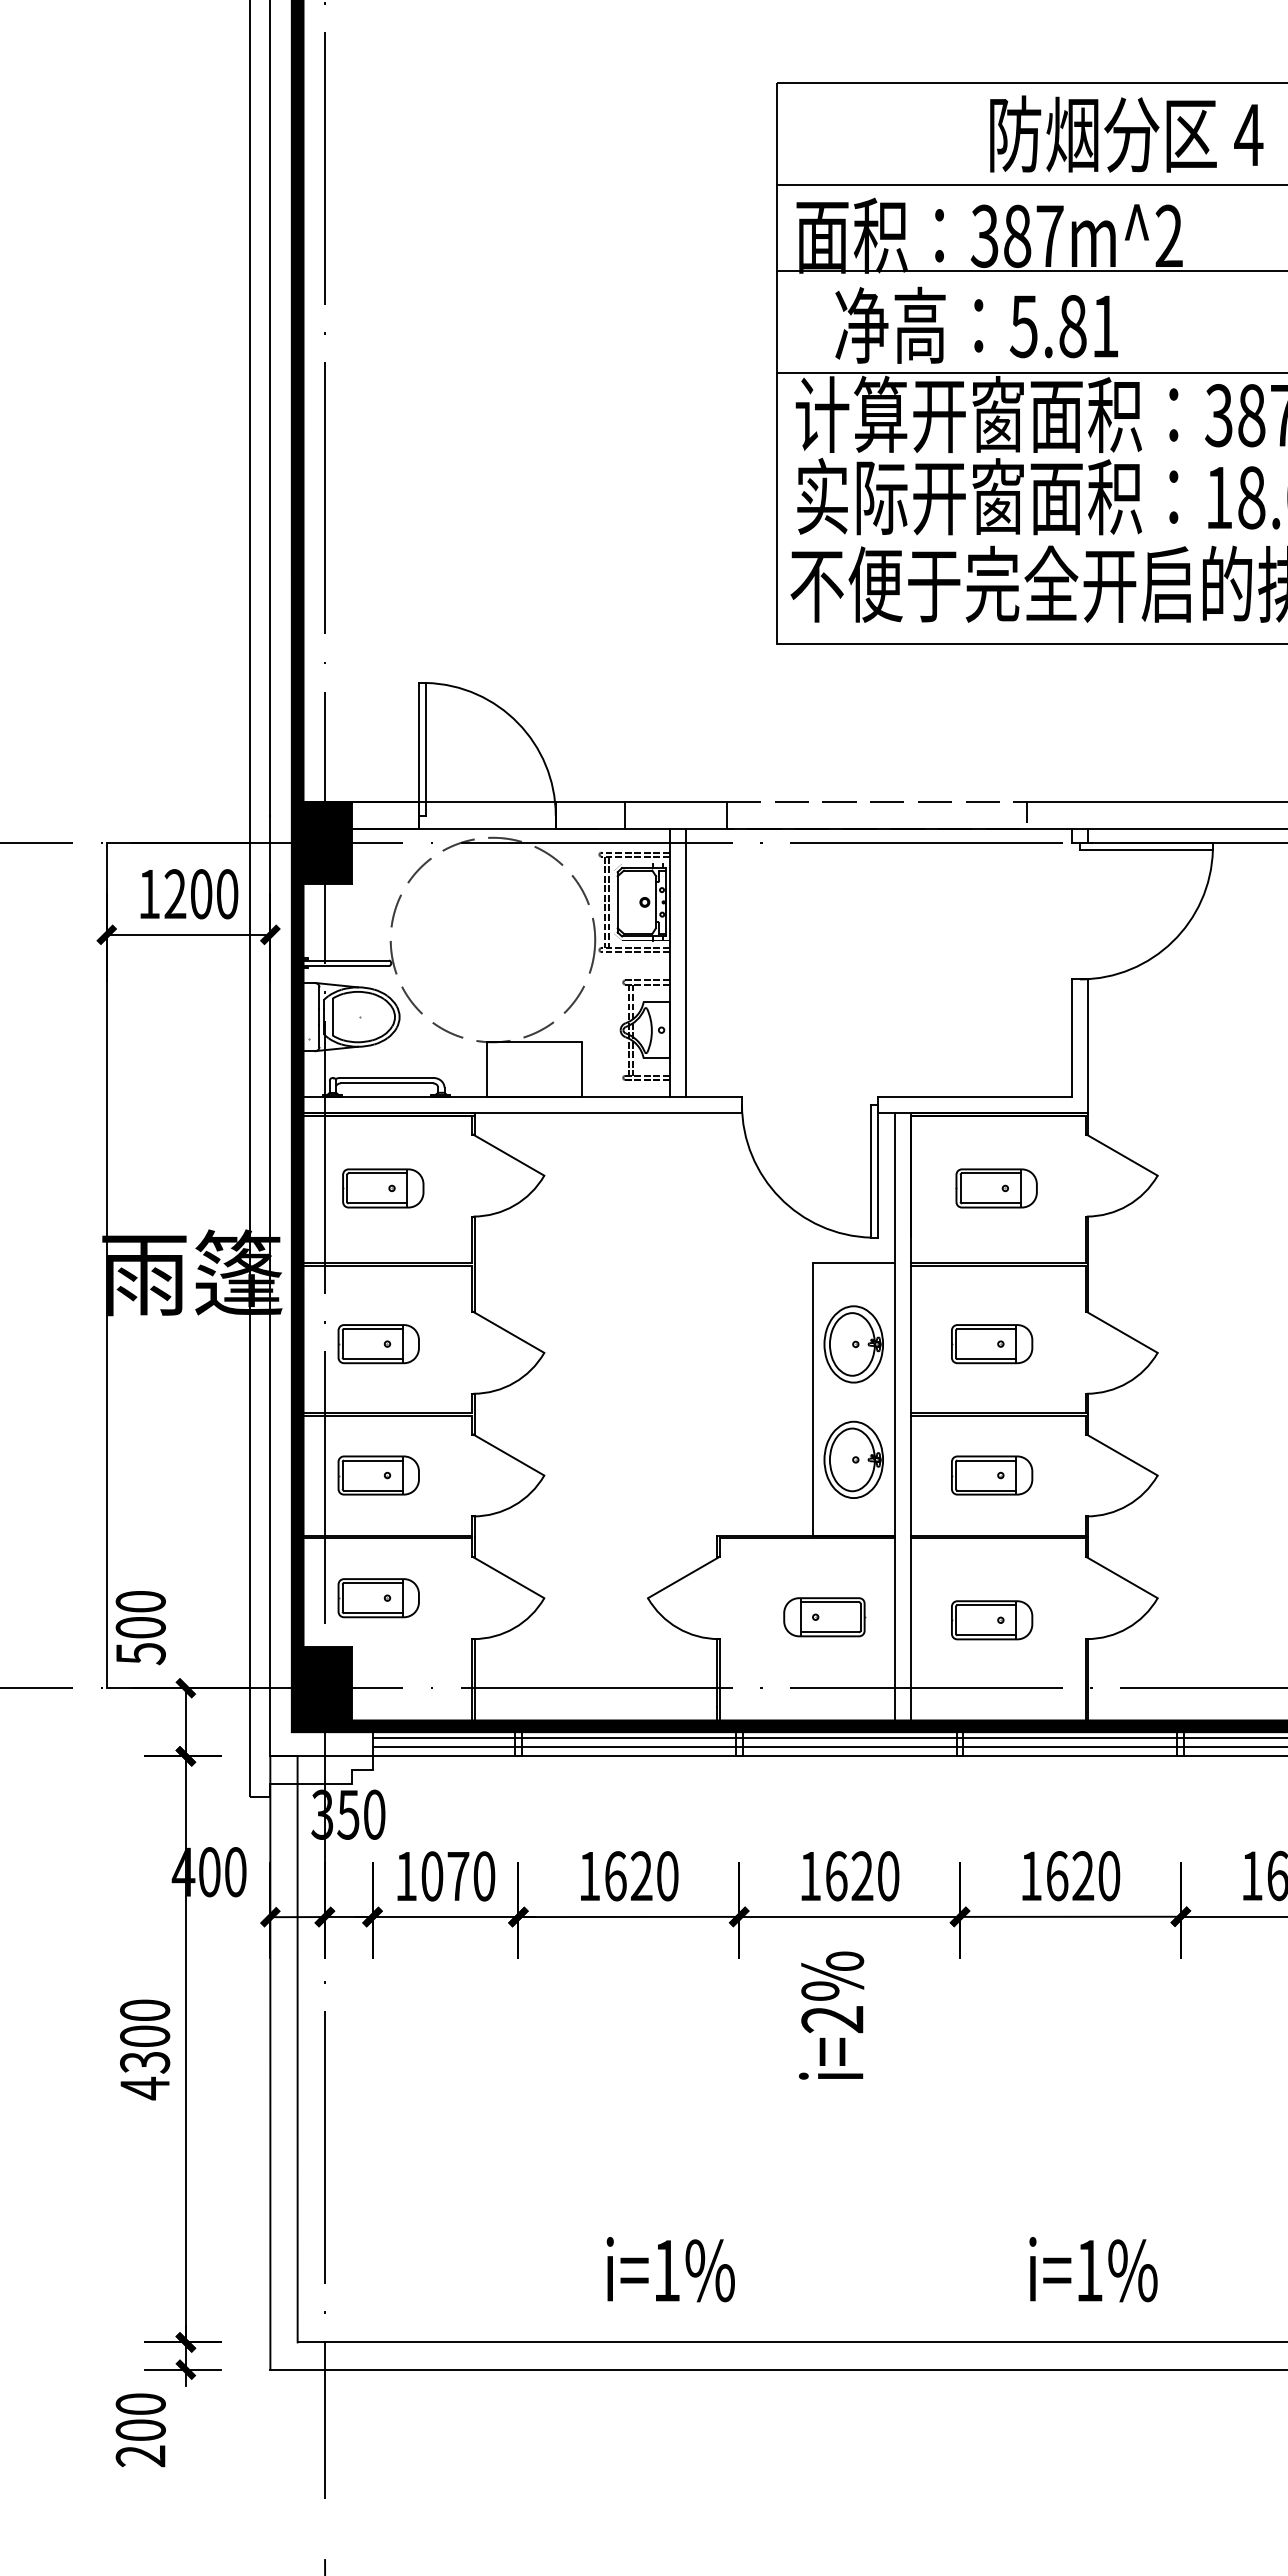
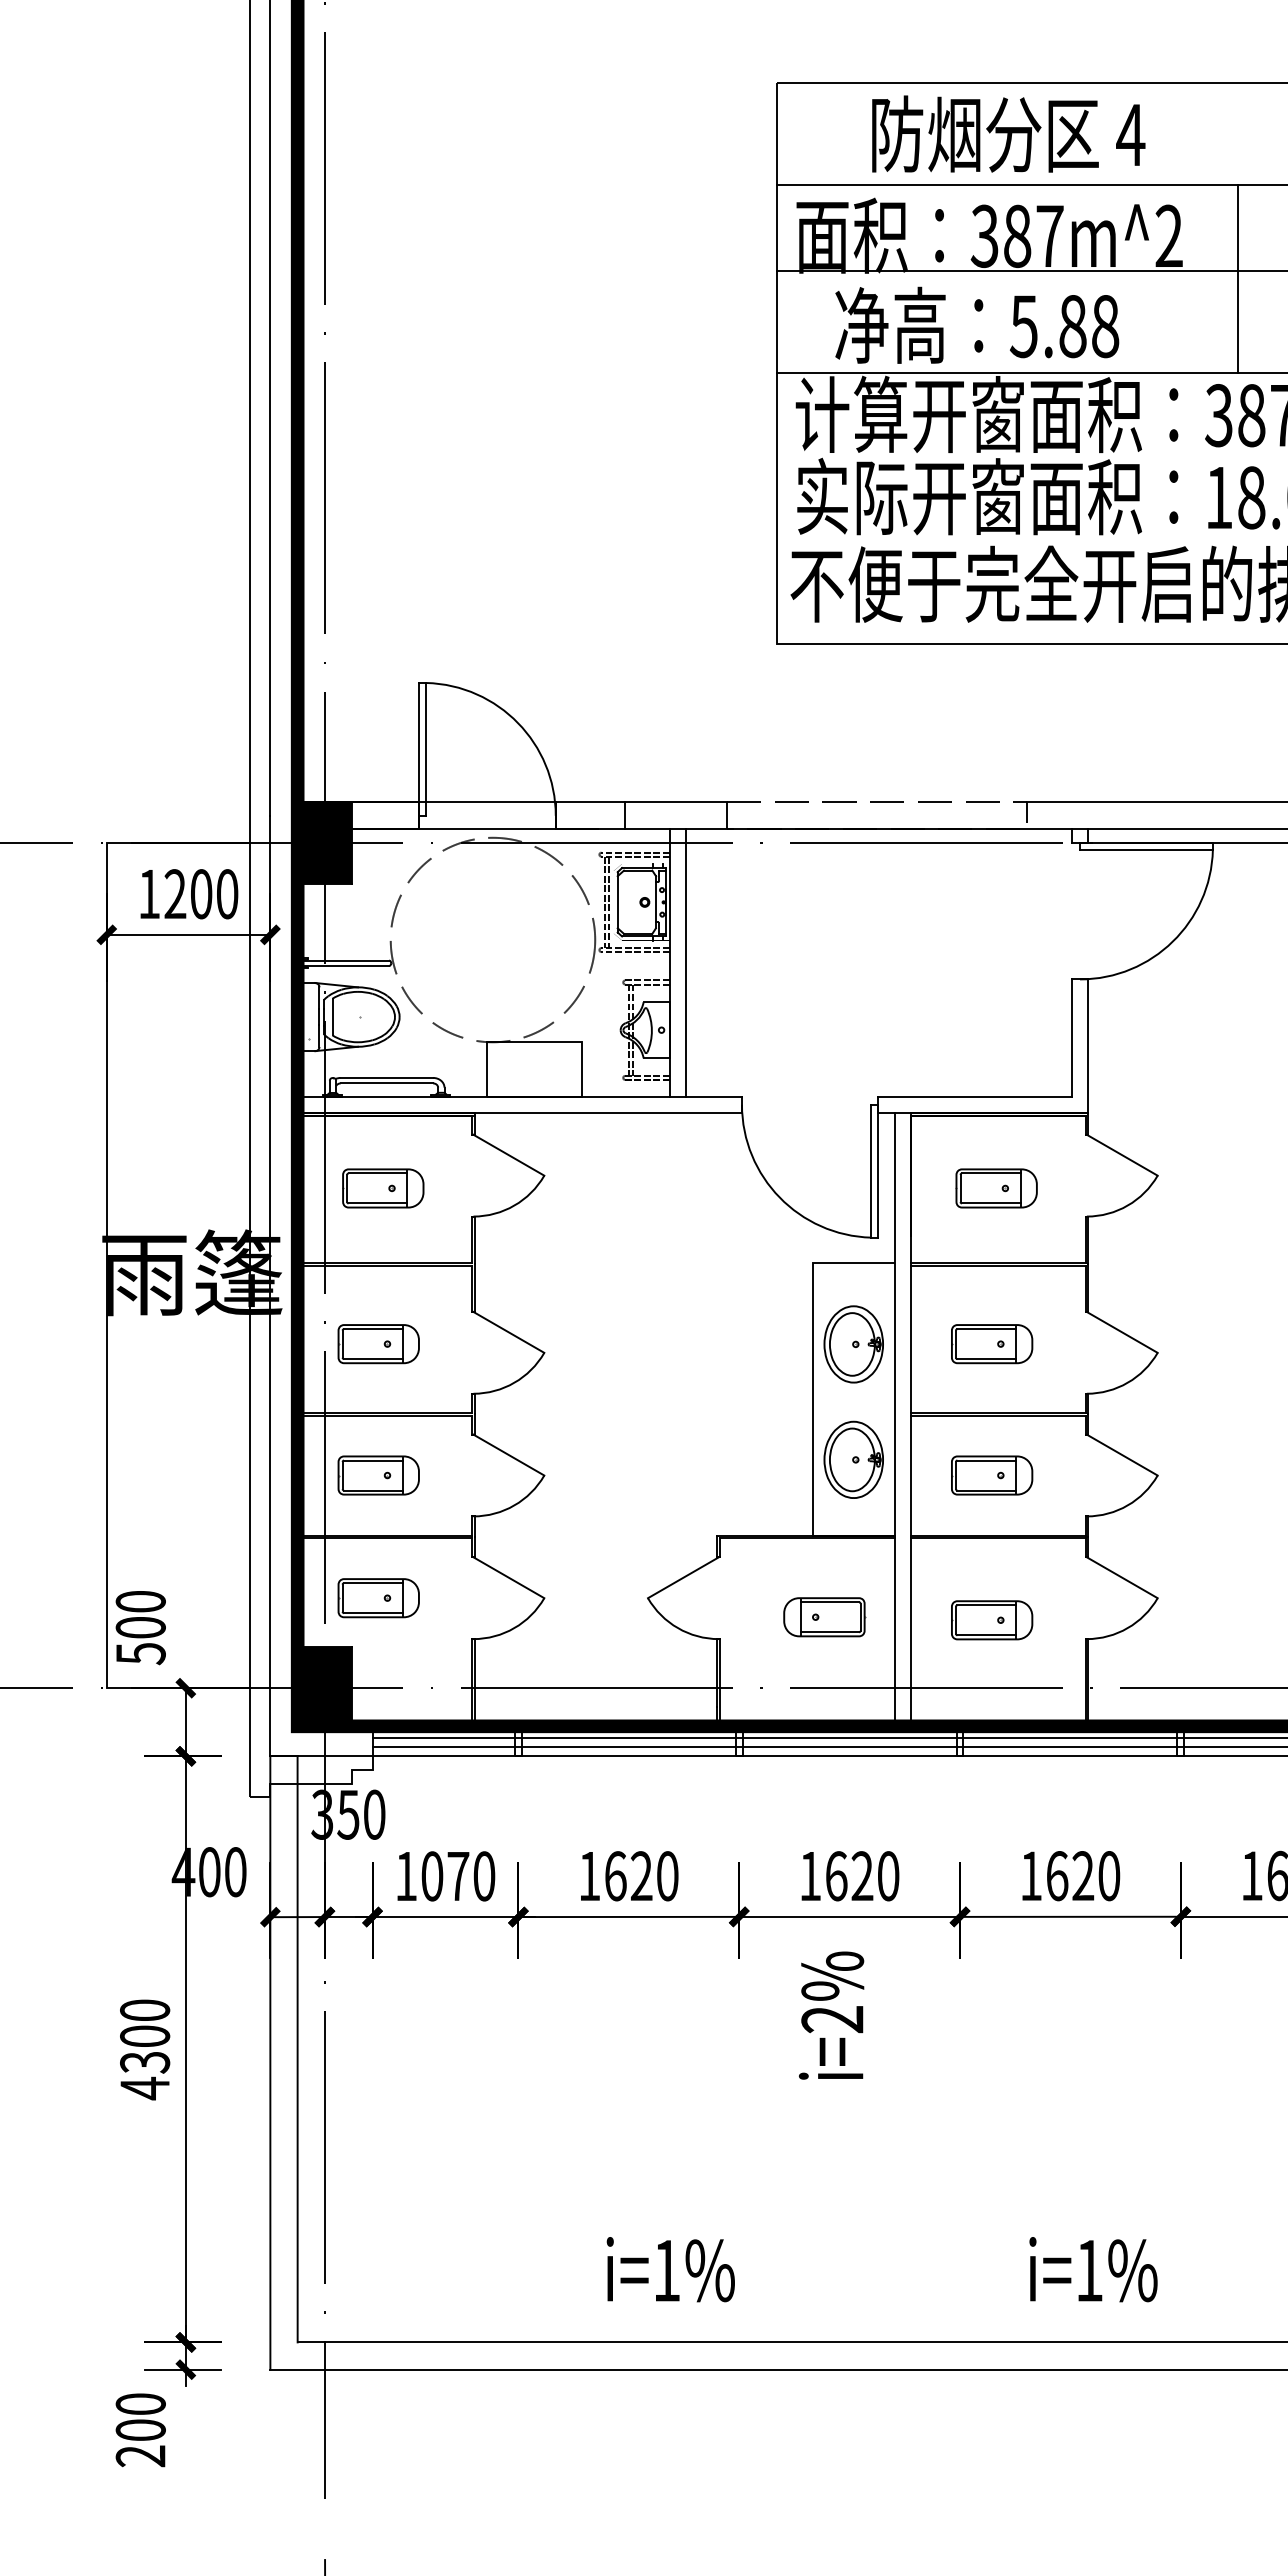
text at (1126, 133) position: (1126, 133) -> (1008, 133)
line at (1238, 279): none -> present
text at (1105, 326): 5.81 -> 5.88
